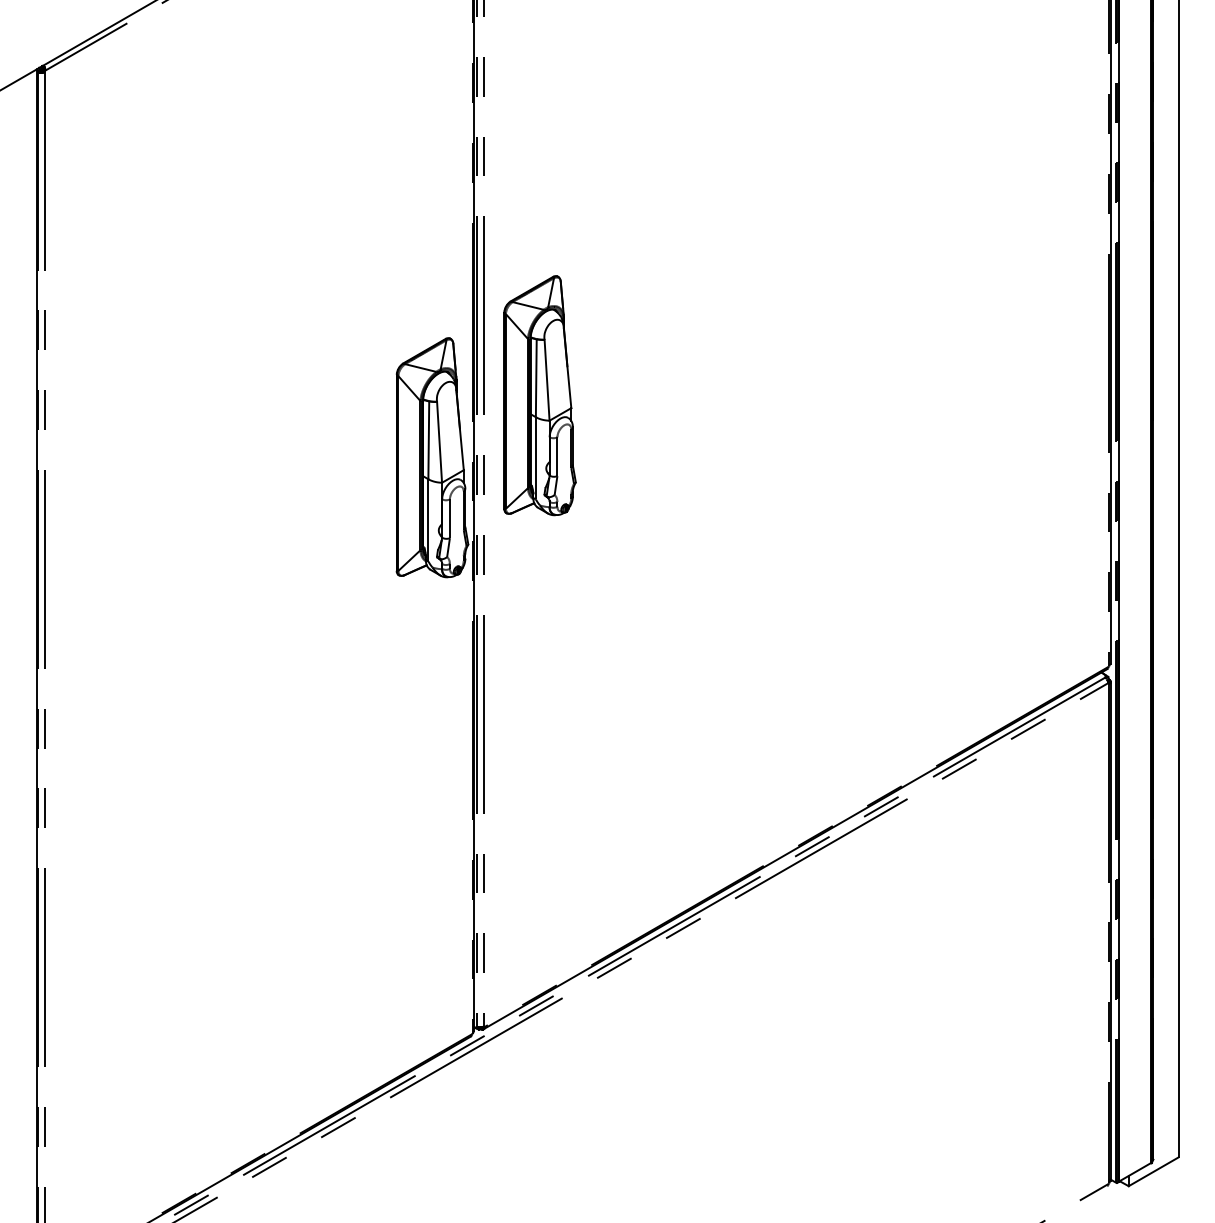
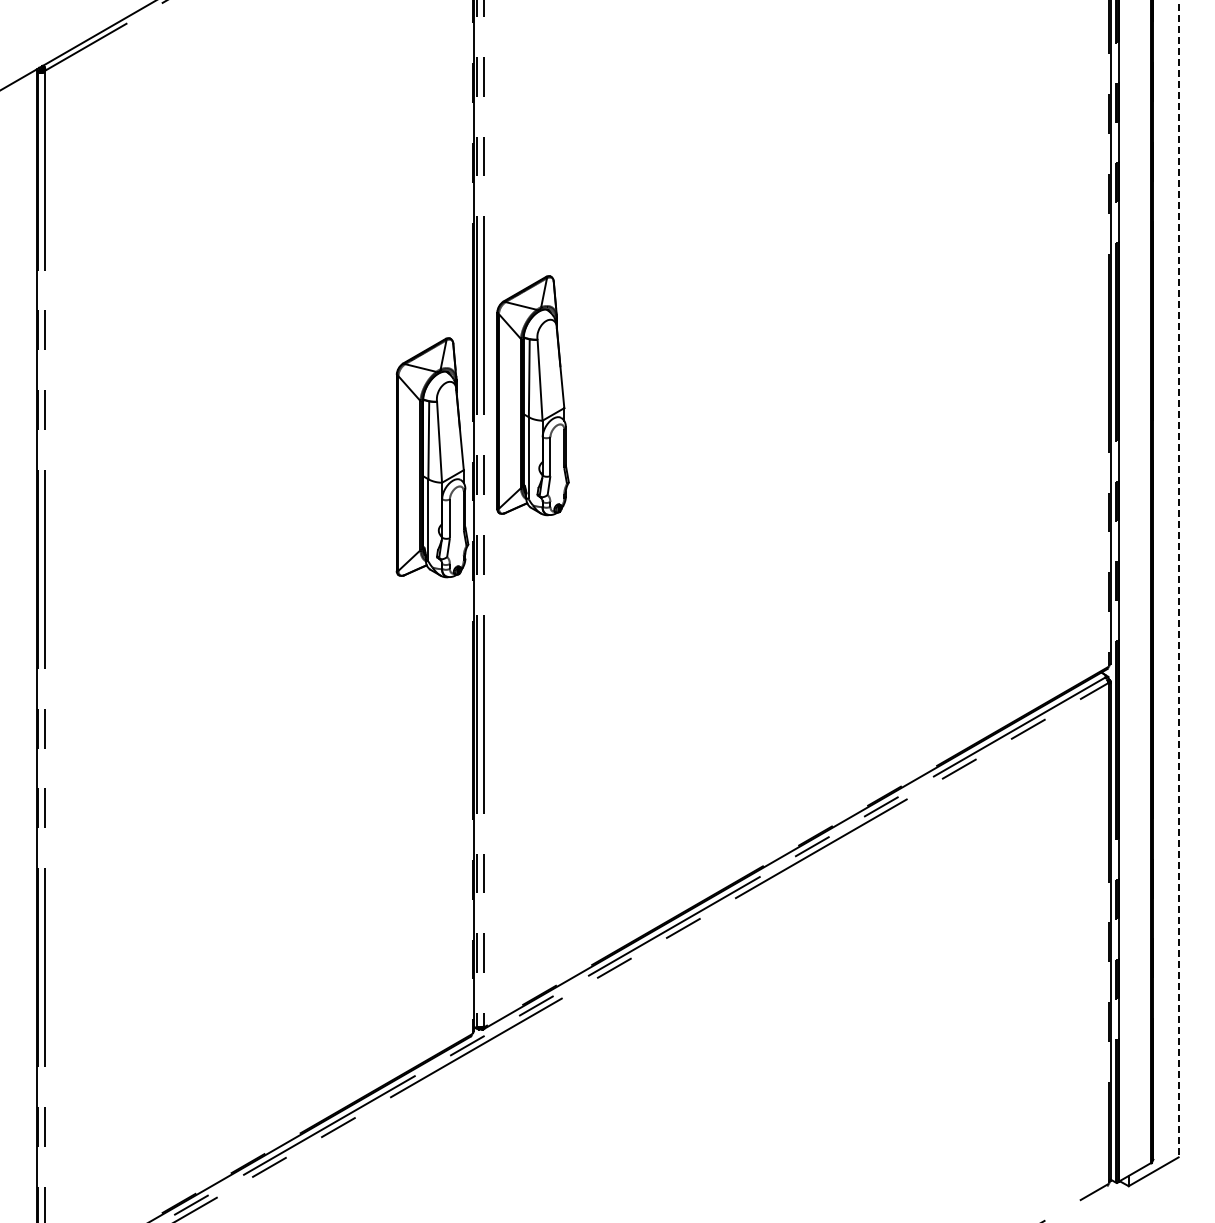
part at (539, 395) position: (539, 395) -> (532, 395)
line at (1178, 579): solid -> dashed
